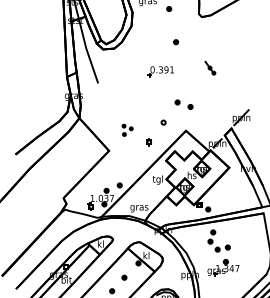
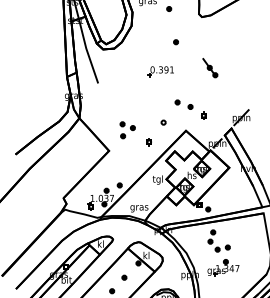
part at (210, 67) size: 13x16 px -> 17x21 px
part at (203, 115): none -> present
part at (127, 129) size: 13x14 px -> 17x19 px
